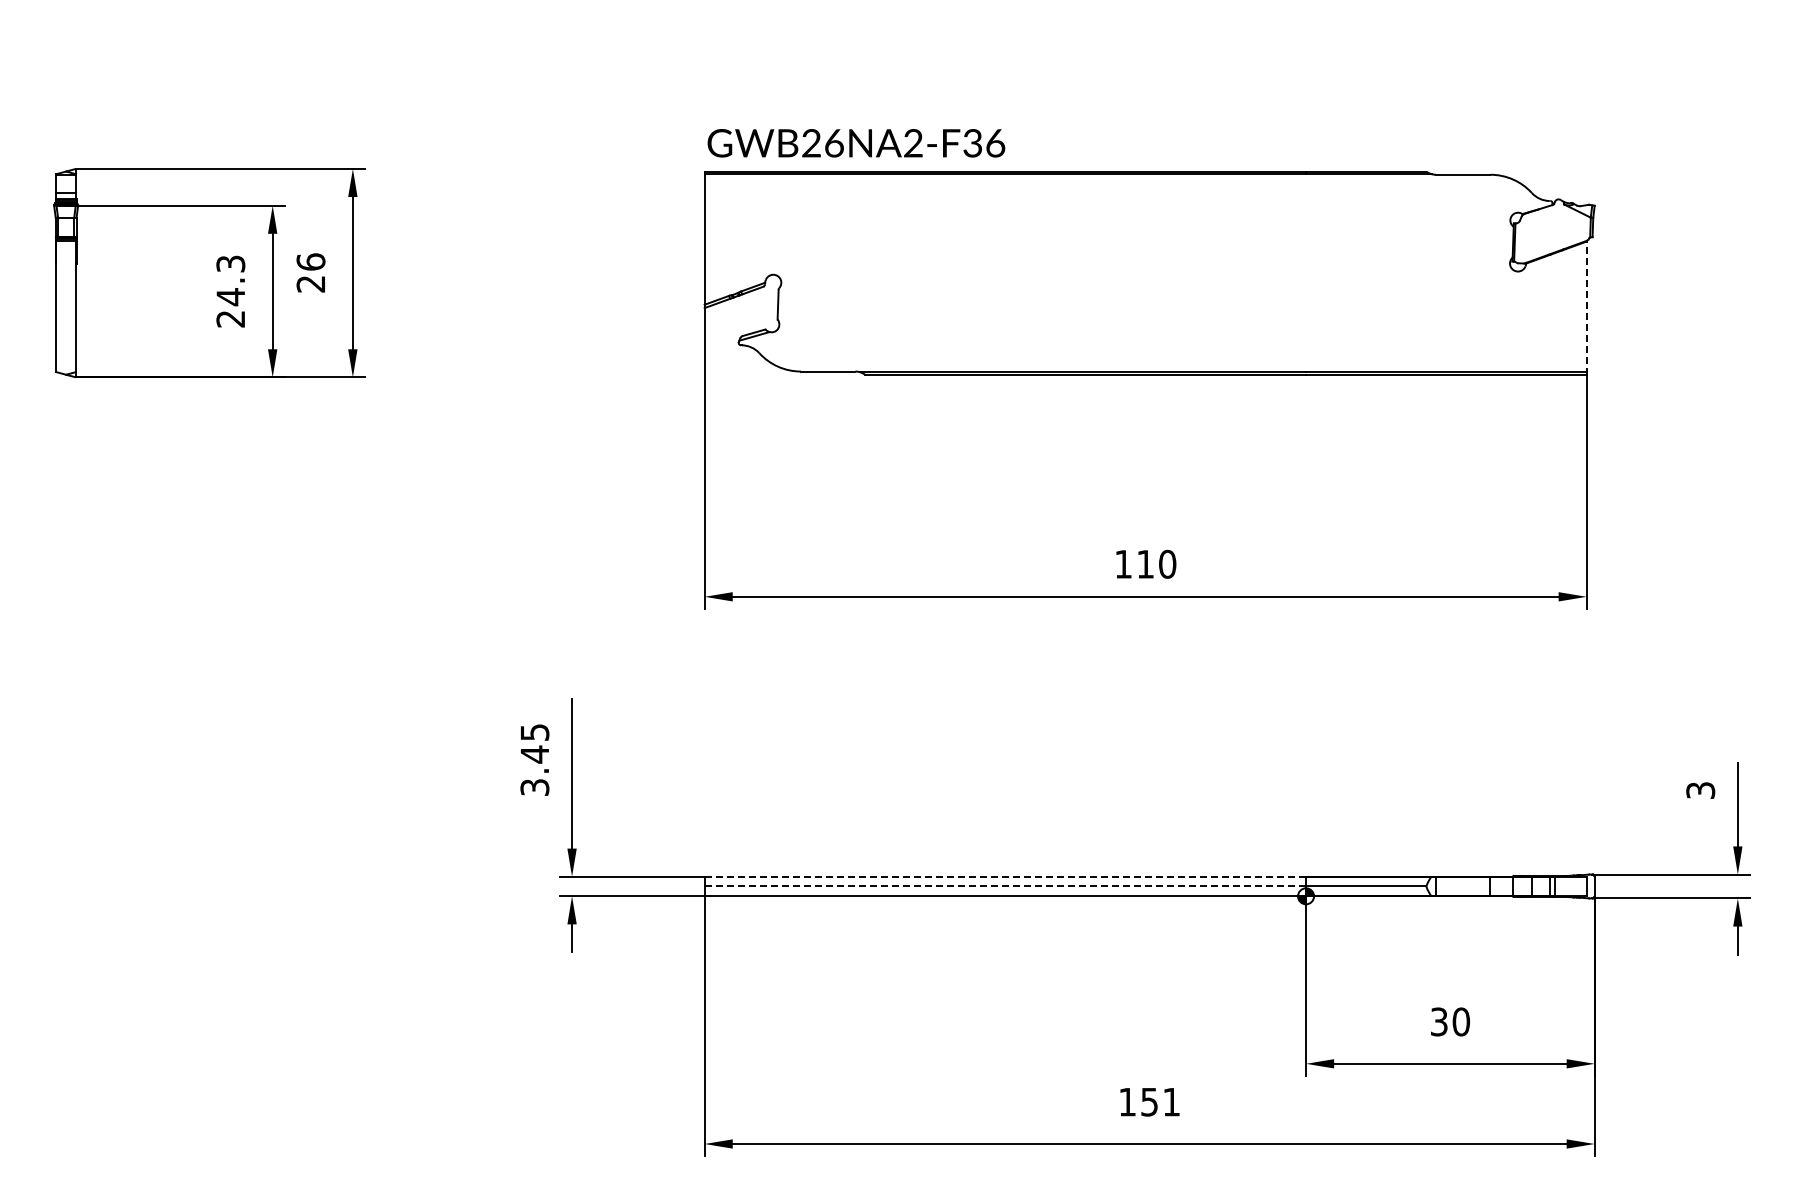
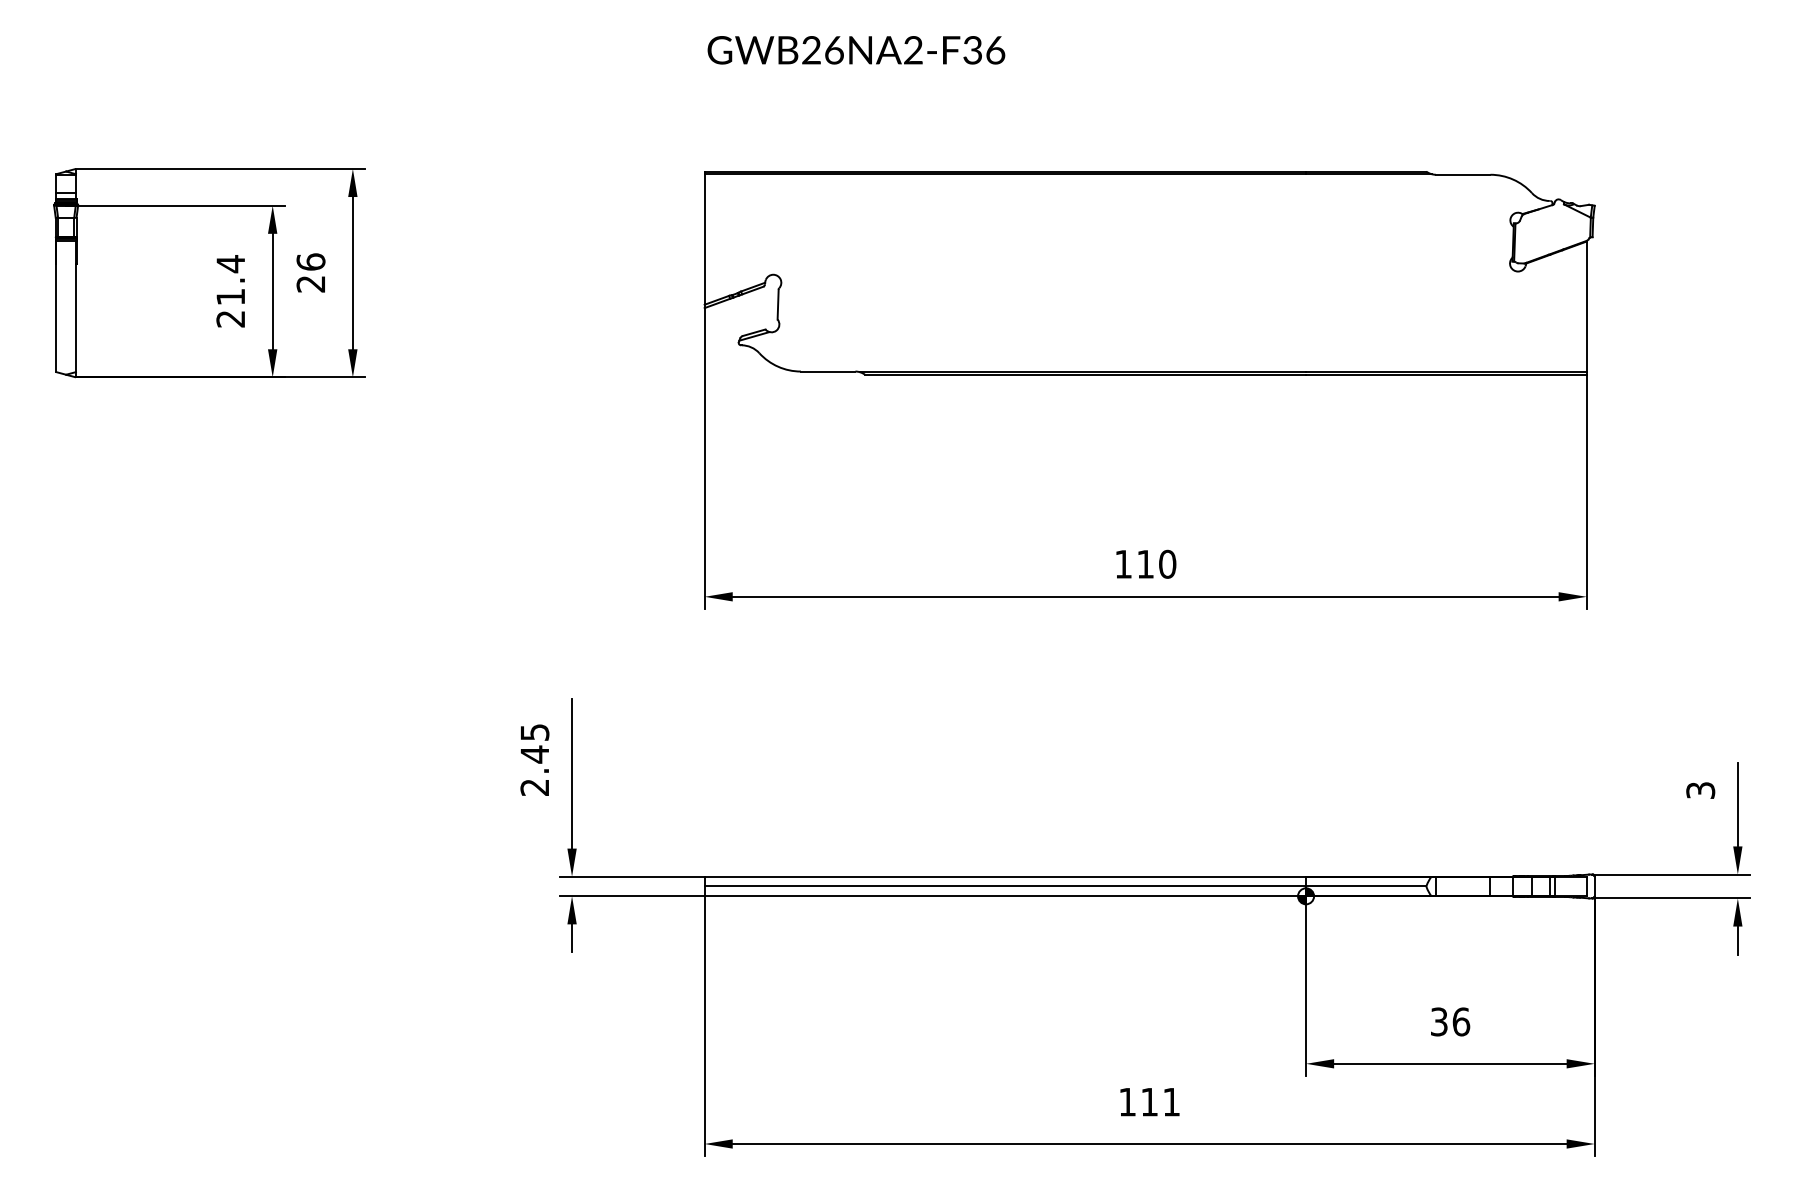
text at (856, 143) position: (856, 143) -> (856, 50)
text at (230, 280): 24.3 -> 21.4
line at (1586, 308): dashed -> solid
text at (534, 787): 3.45 -> 2.45
line at (1005, 876): dashed -> solid
line at (1005, 886): dashed -> solid
text at (1461, 1021): 30 -> 36
text at (1149, 1102): 151 -> 111
